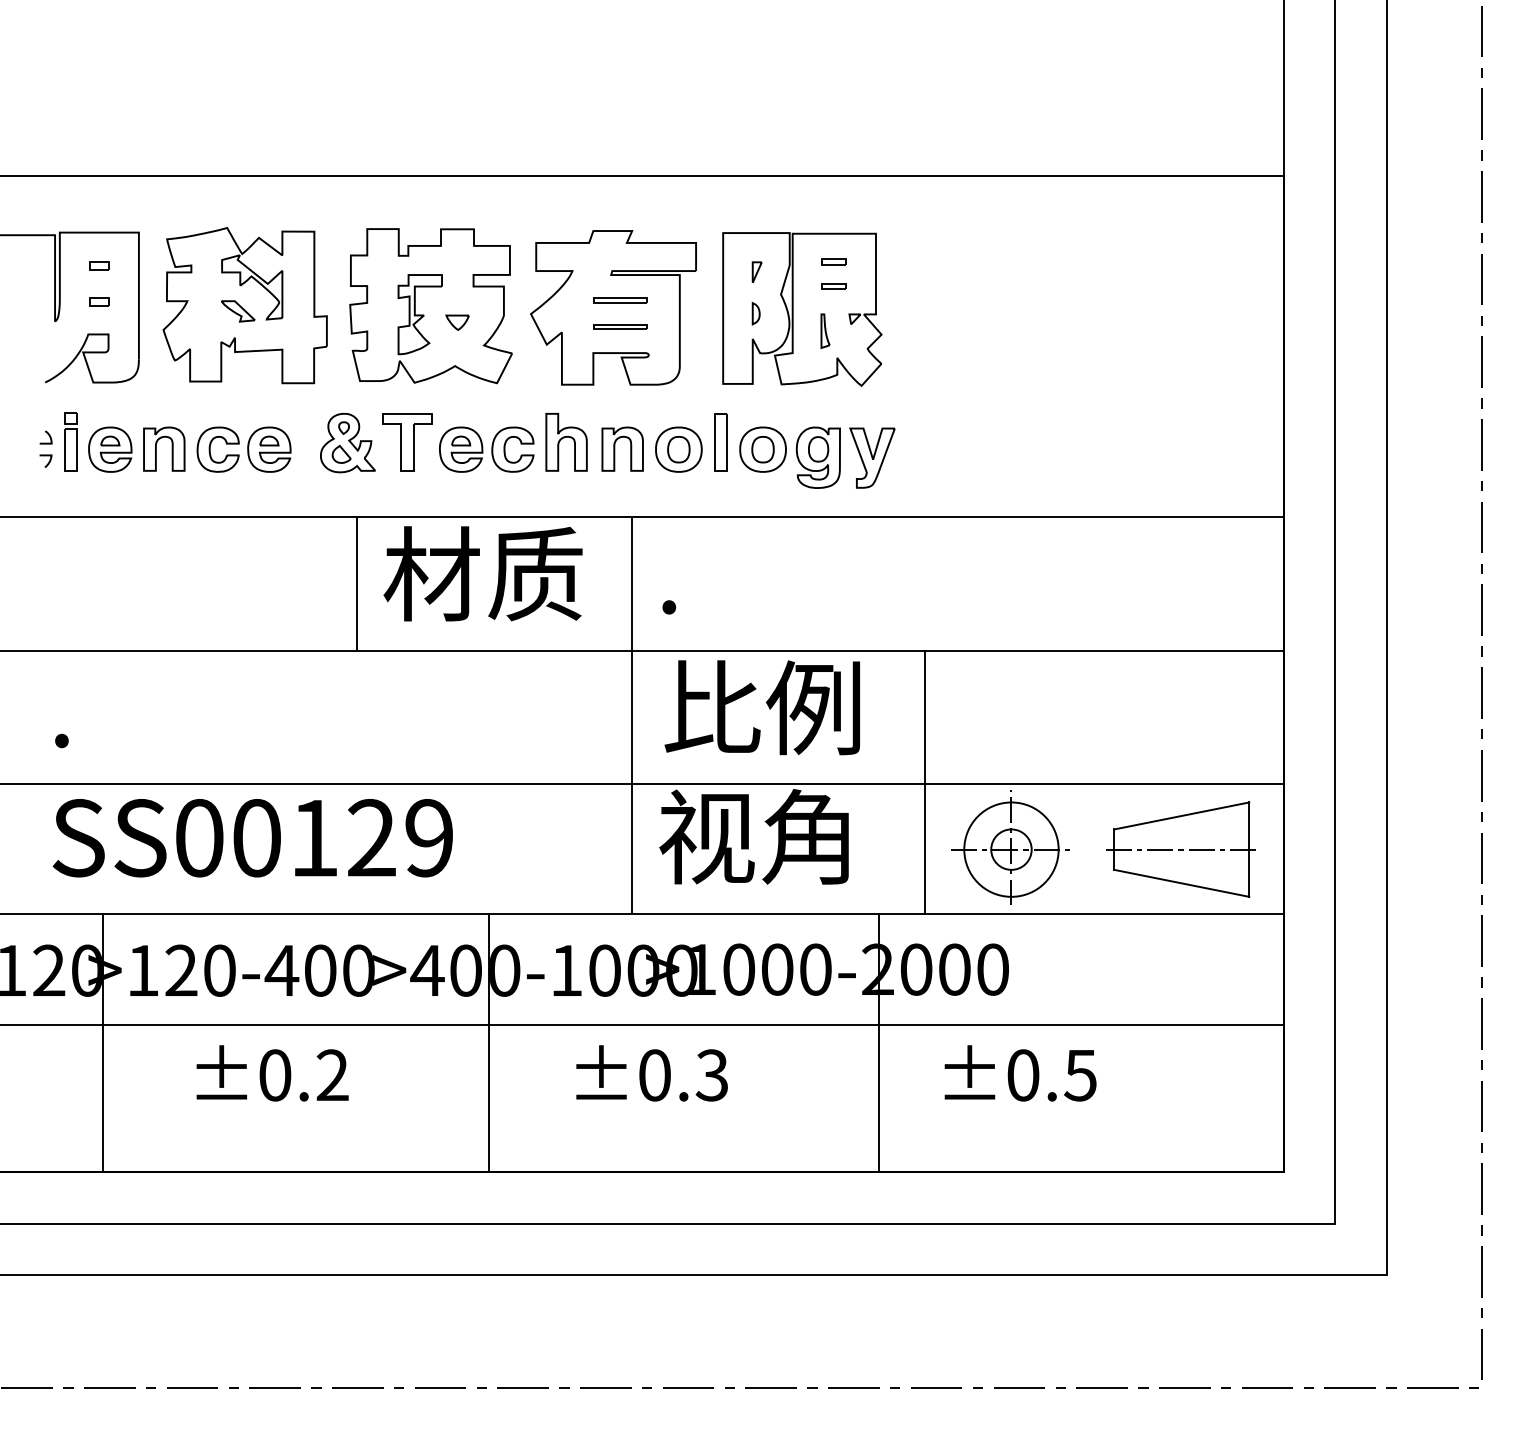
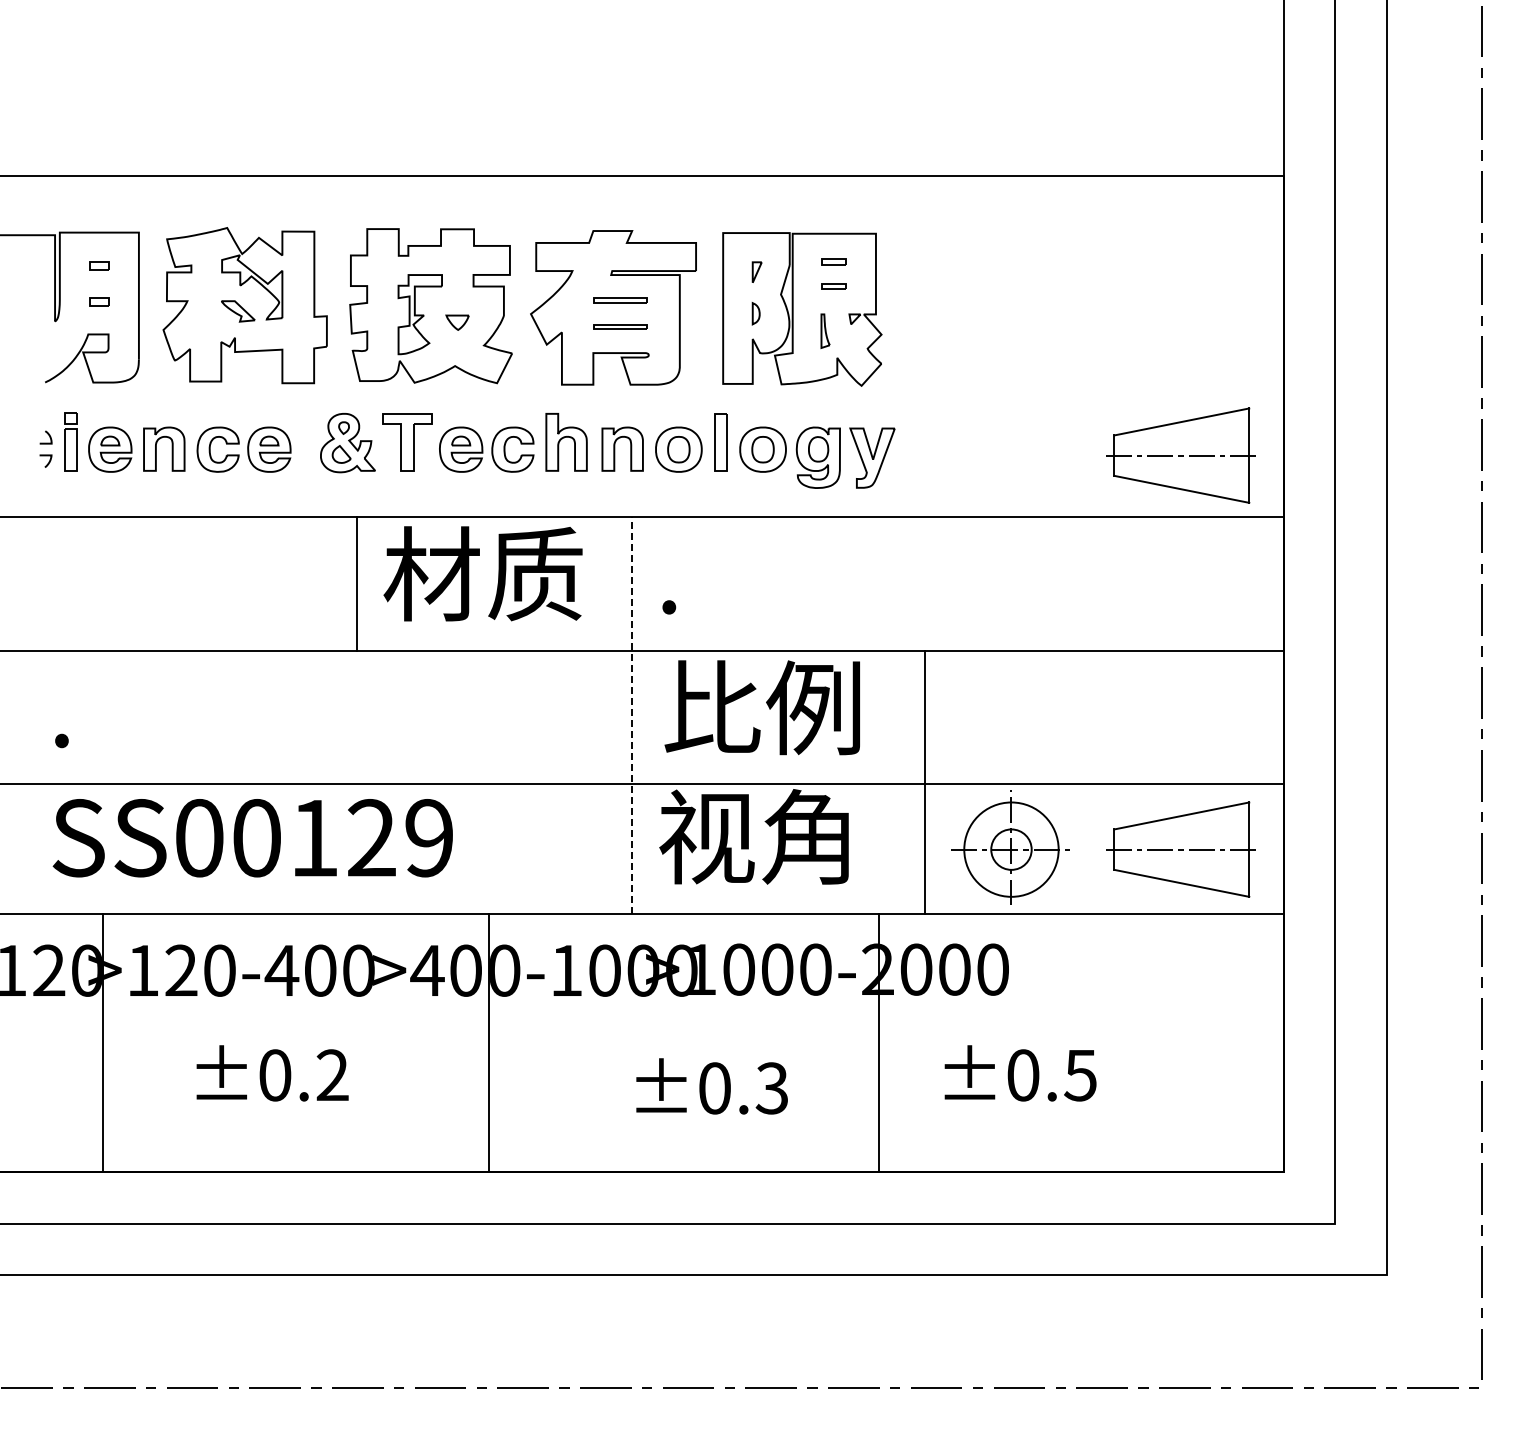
part at (1180, 455): none -> present
line at (631, 714): solid -> dashed
line at (642, 1024): present -> none
text at (651, 1073) position: (651, 1073) -> (711, 1086)
